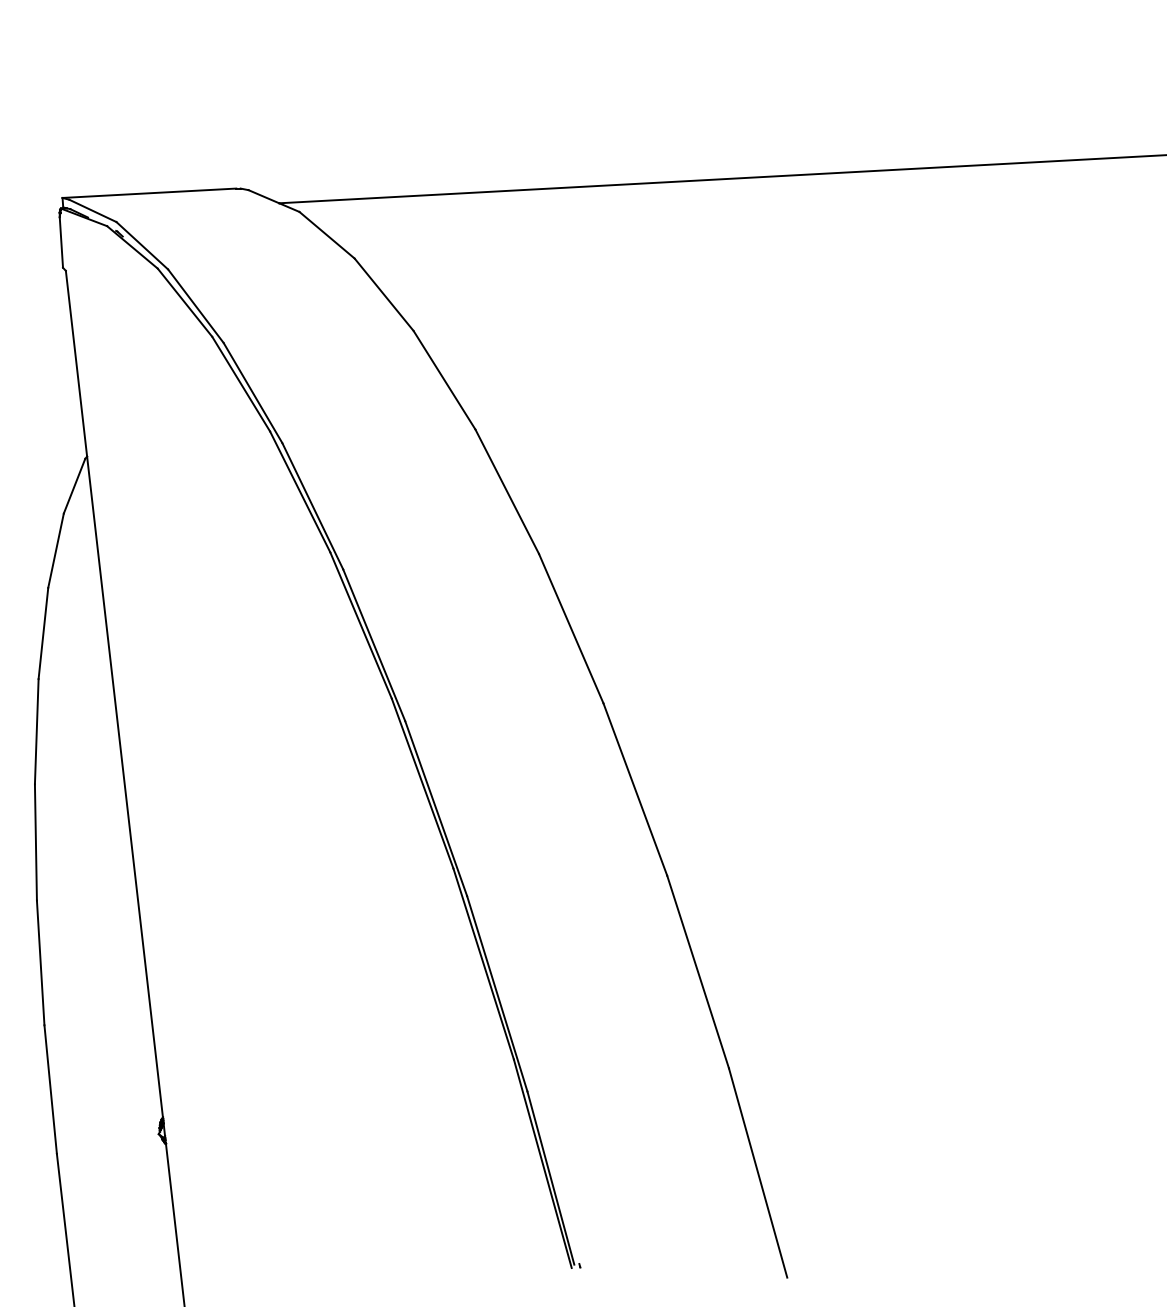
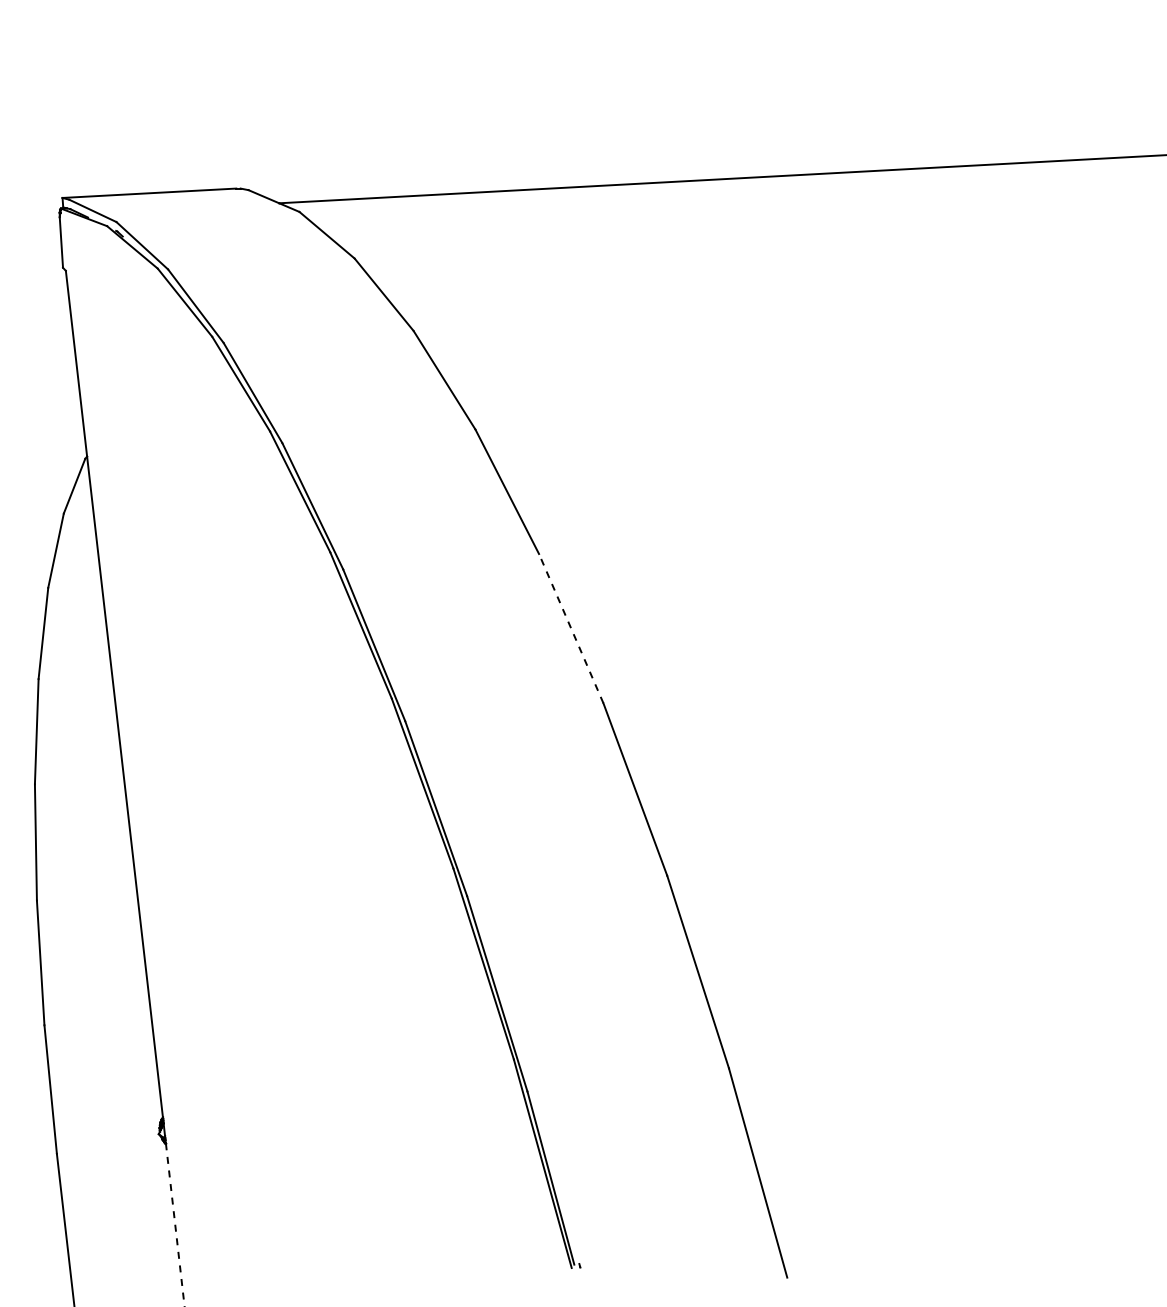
line at (571, 628): solid -> dashed
line at (175, 1225): solid -> dashed
